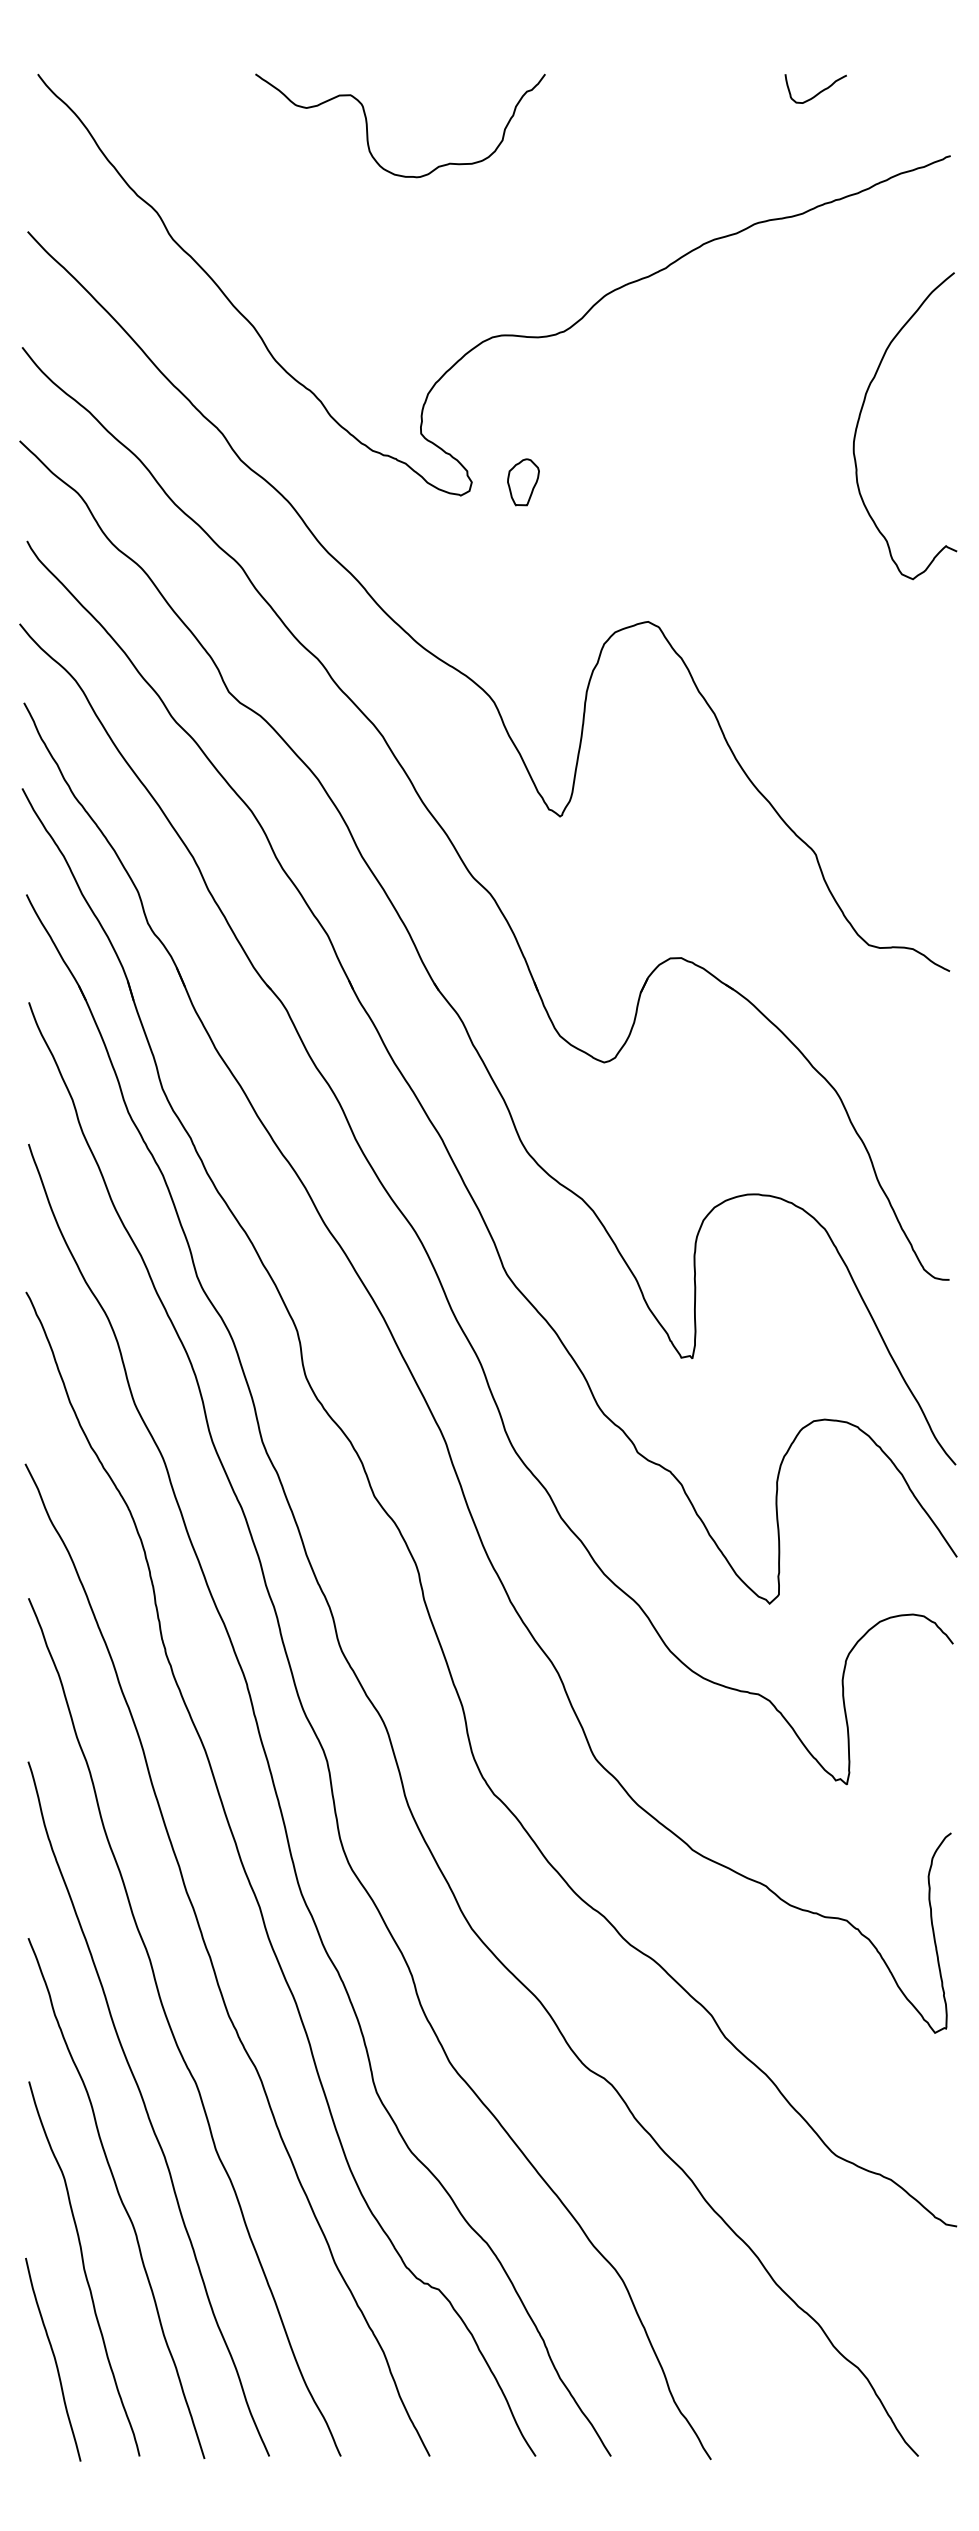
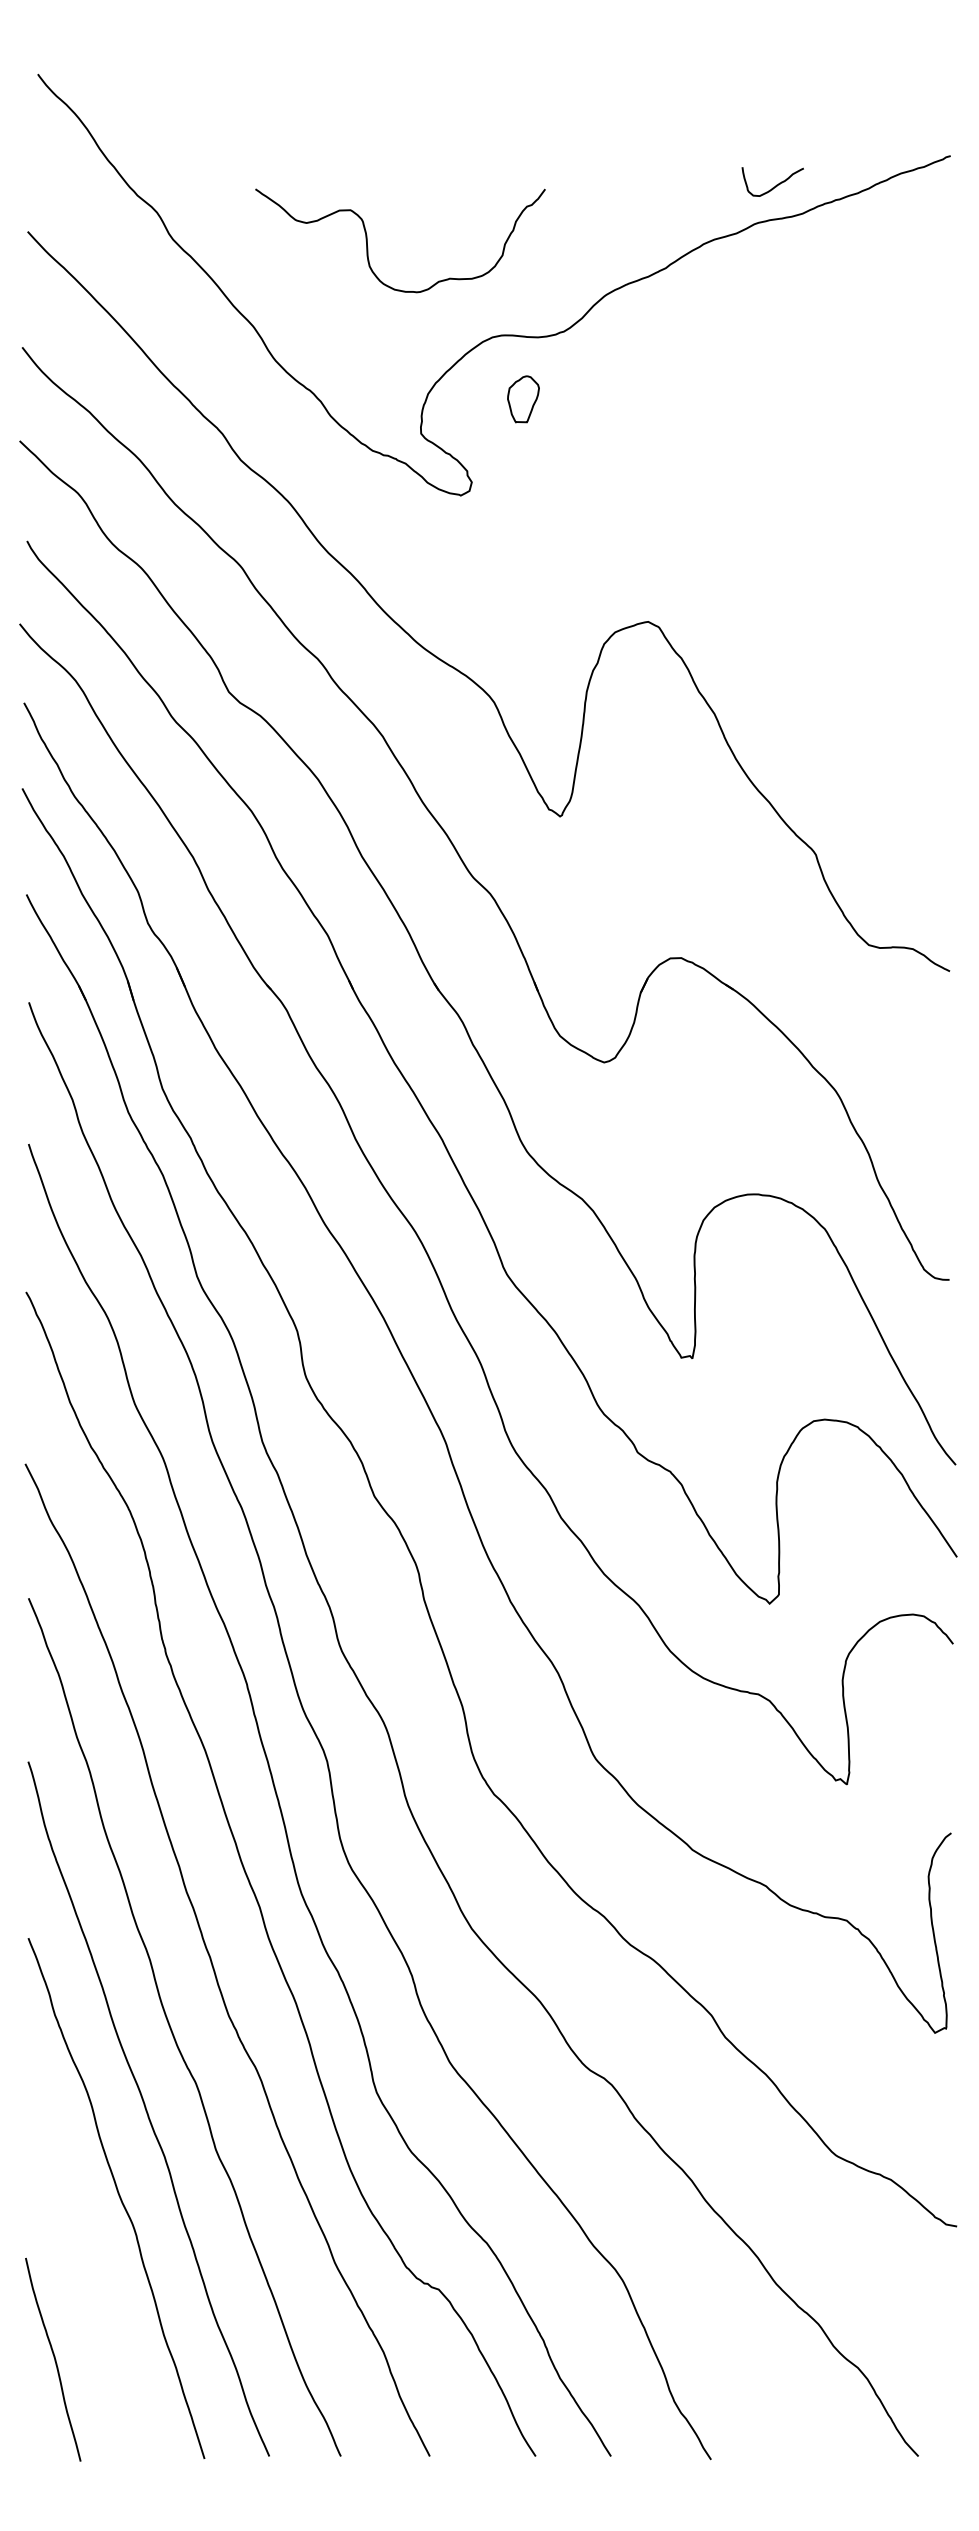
curve at (819, 91) position: (819, 91) -> (776, 184)
curve at (368, 132) position: (368, 132) -> (368, 247)
curve at (860, 417): present -> none
part at (523, 482) position: (523, 482) -> (523, 399)
curve at (84, 2268): present -> none
